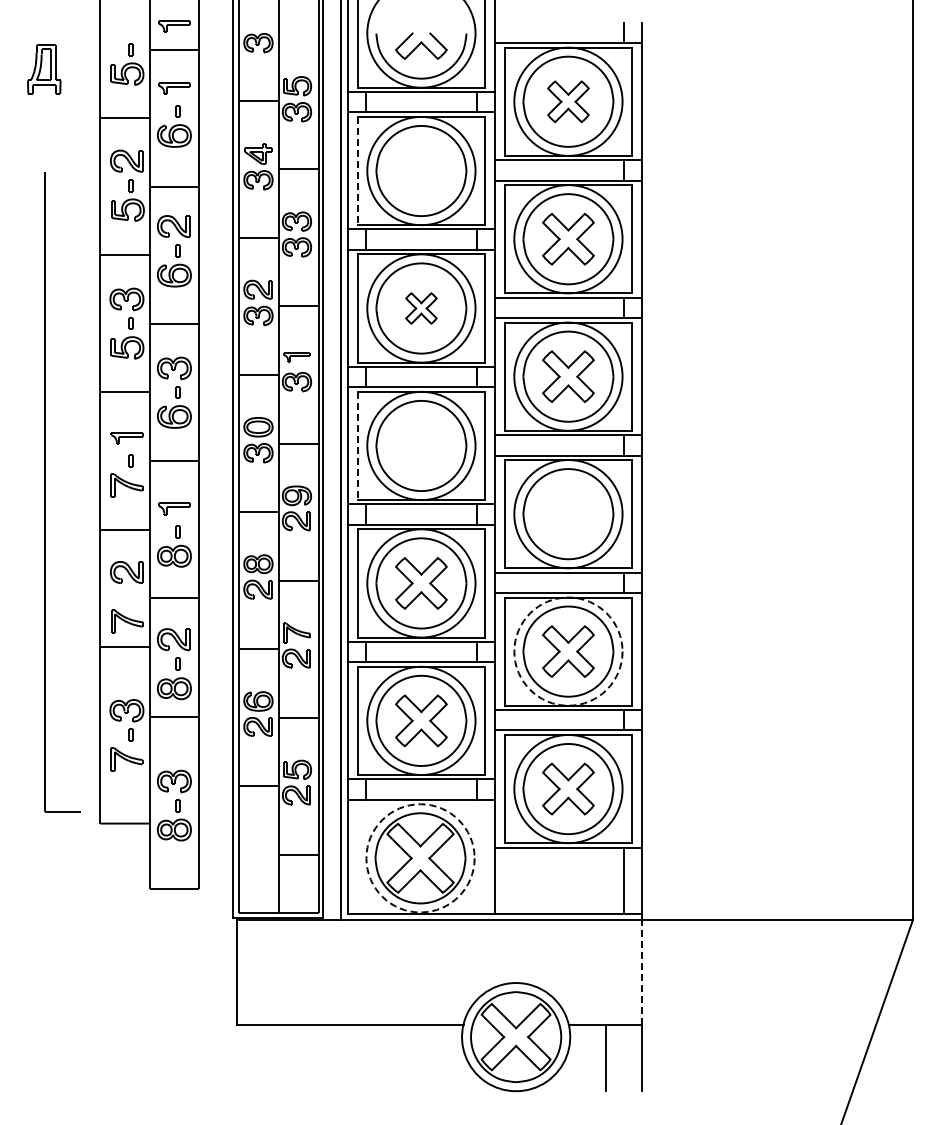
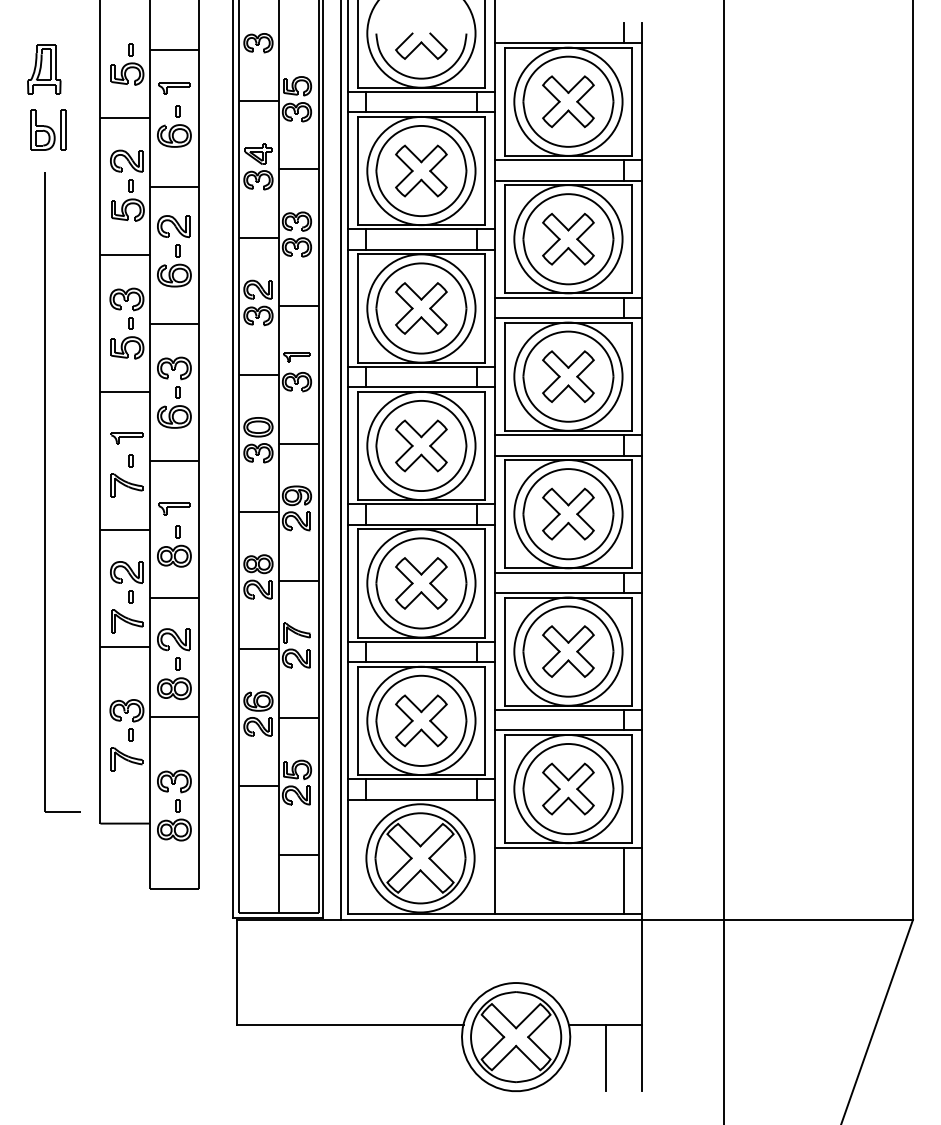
part at (174, 26): present -> none
part at (568, 101) size: 43x44 px -> 53x54 px
part at (48, 129): none -> present
part at (421, 170): none -> present
line at (358, 171): dashed -> solid
part at (421, 308) size: 33x33 px -> 53x53 px
part at (421, 445): none -> present
line at (358, 446): dashed -> solid
part at (568, 513): none -> present
line at (723, 561): none -> present
part at (130, 596): none -> present
circle at (568, 651): dashed -> solid
circle at (420, 858): dashed -> solid
line at (642, 971): dashed -> solid
